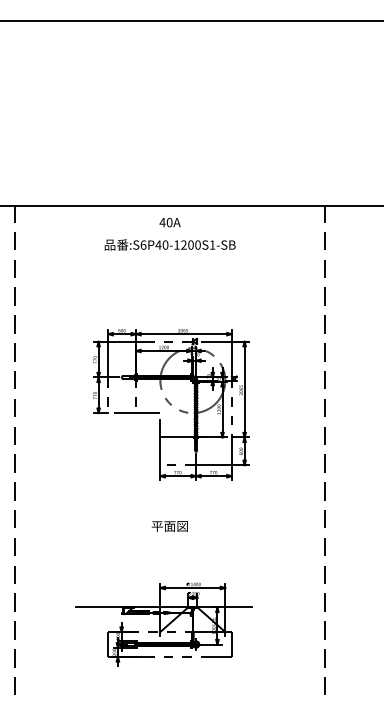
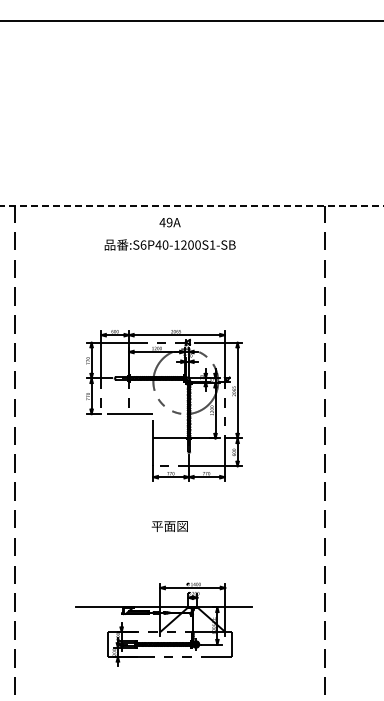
line at (191, 206): solid -> dashed
text at (169, 222): 40A -> 49A
part at (171, 404) position: (171, 404) -> (164, 405)
